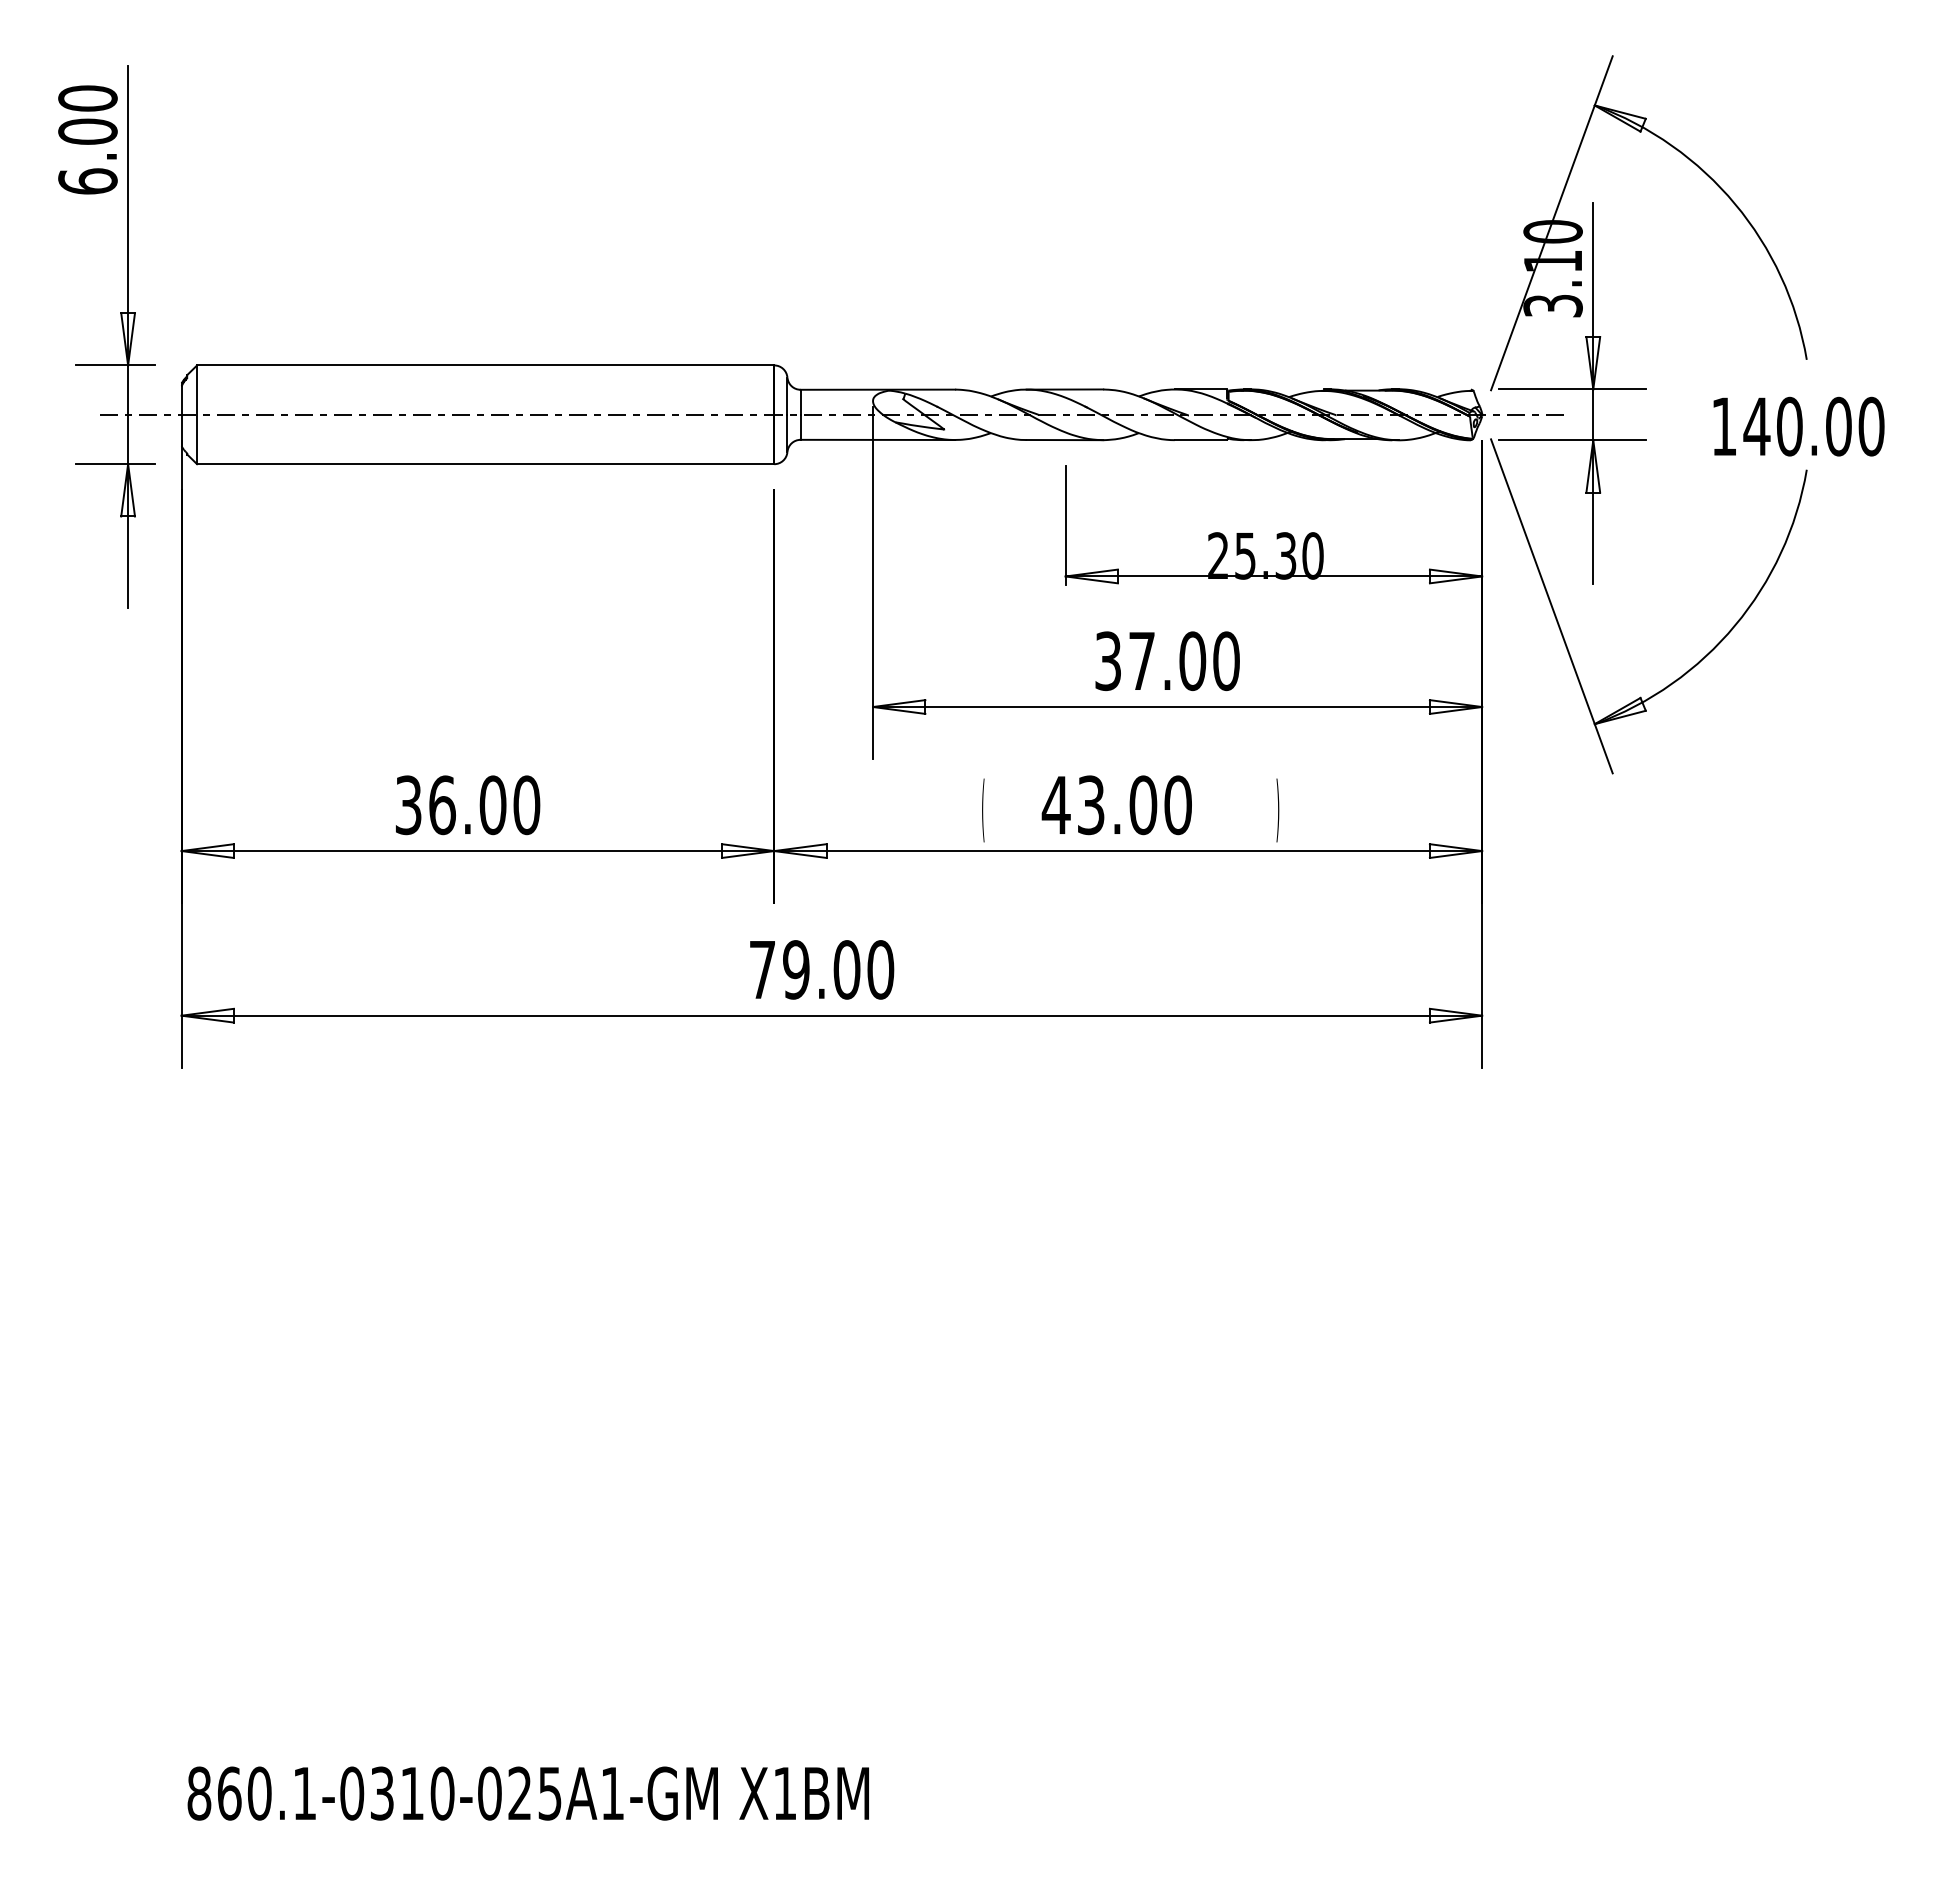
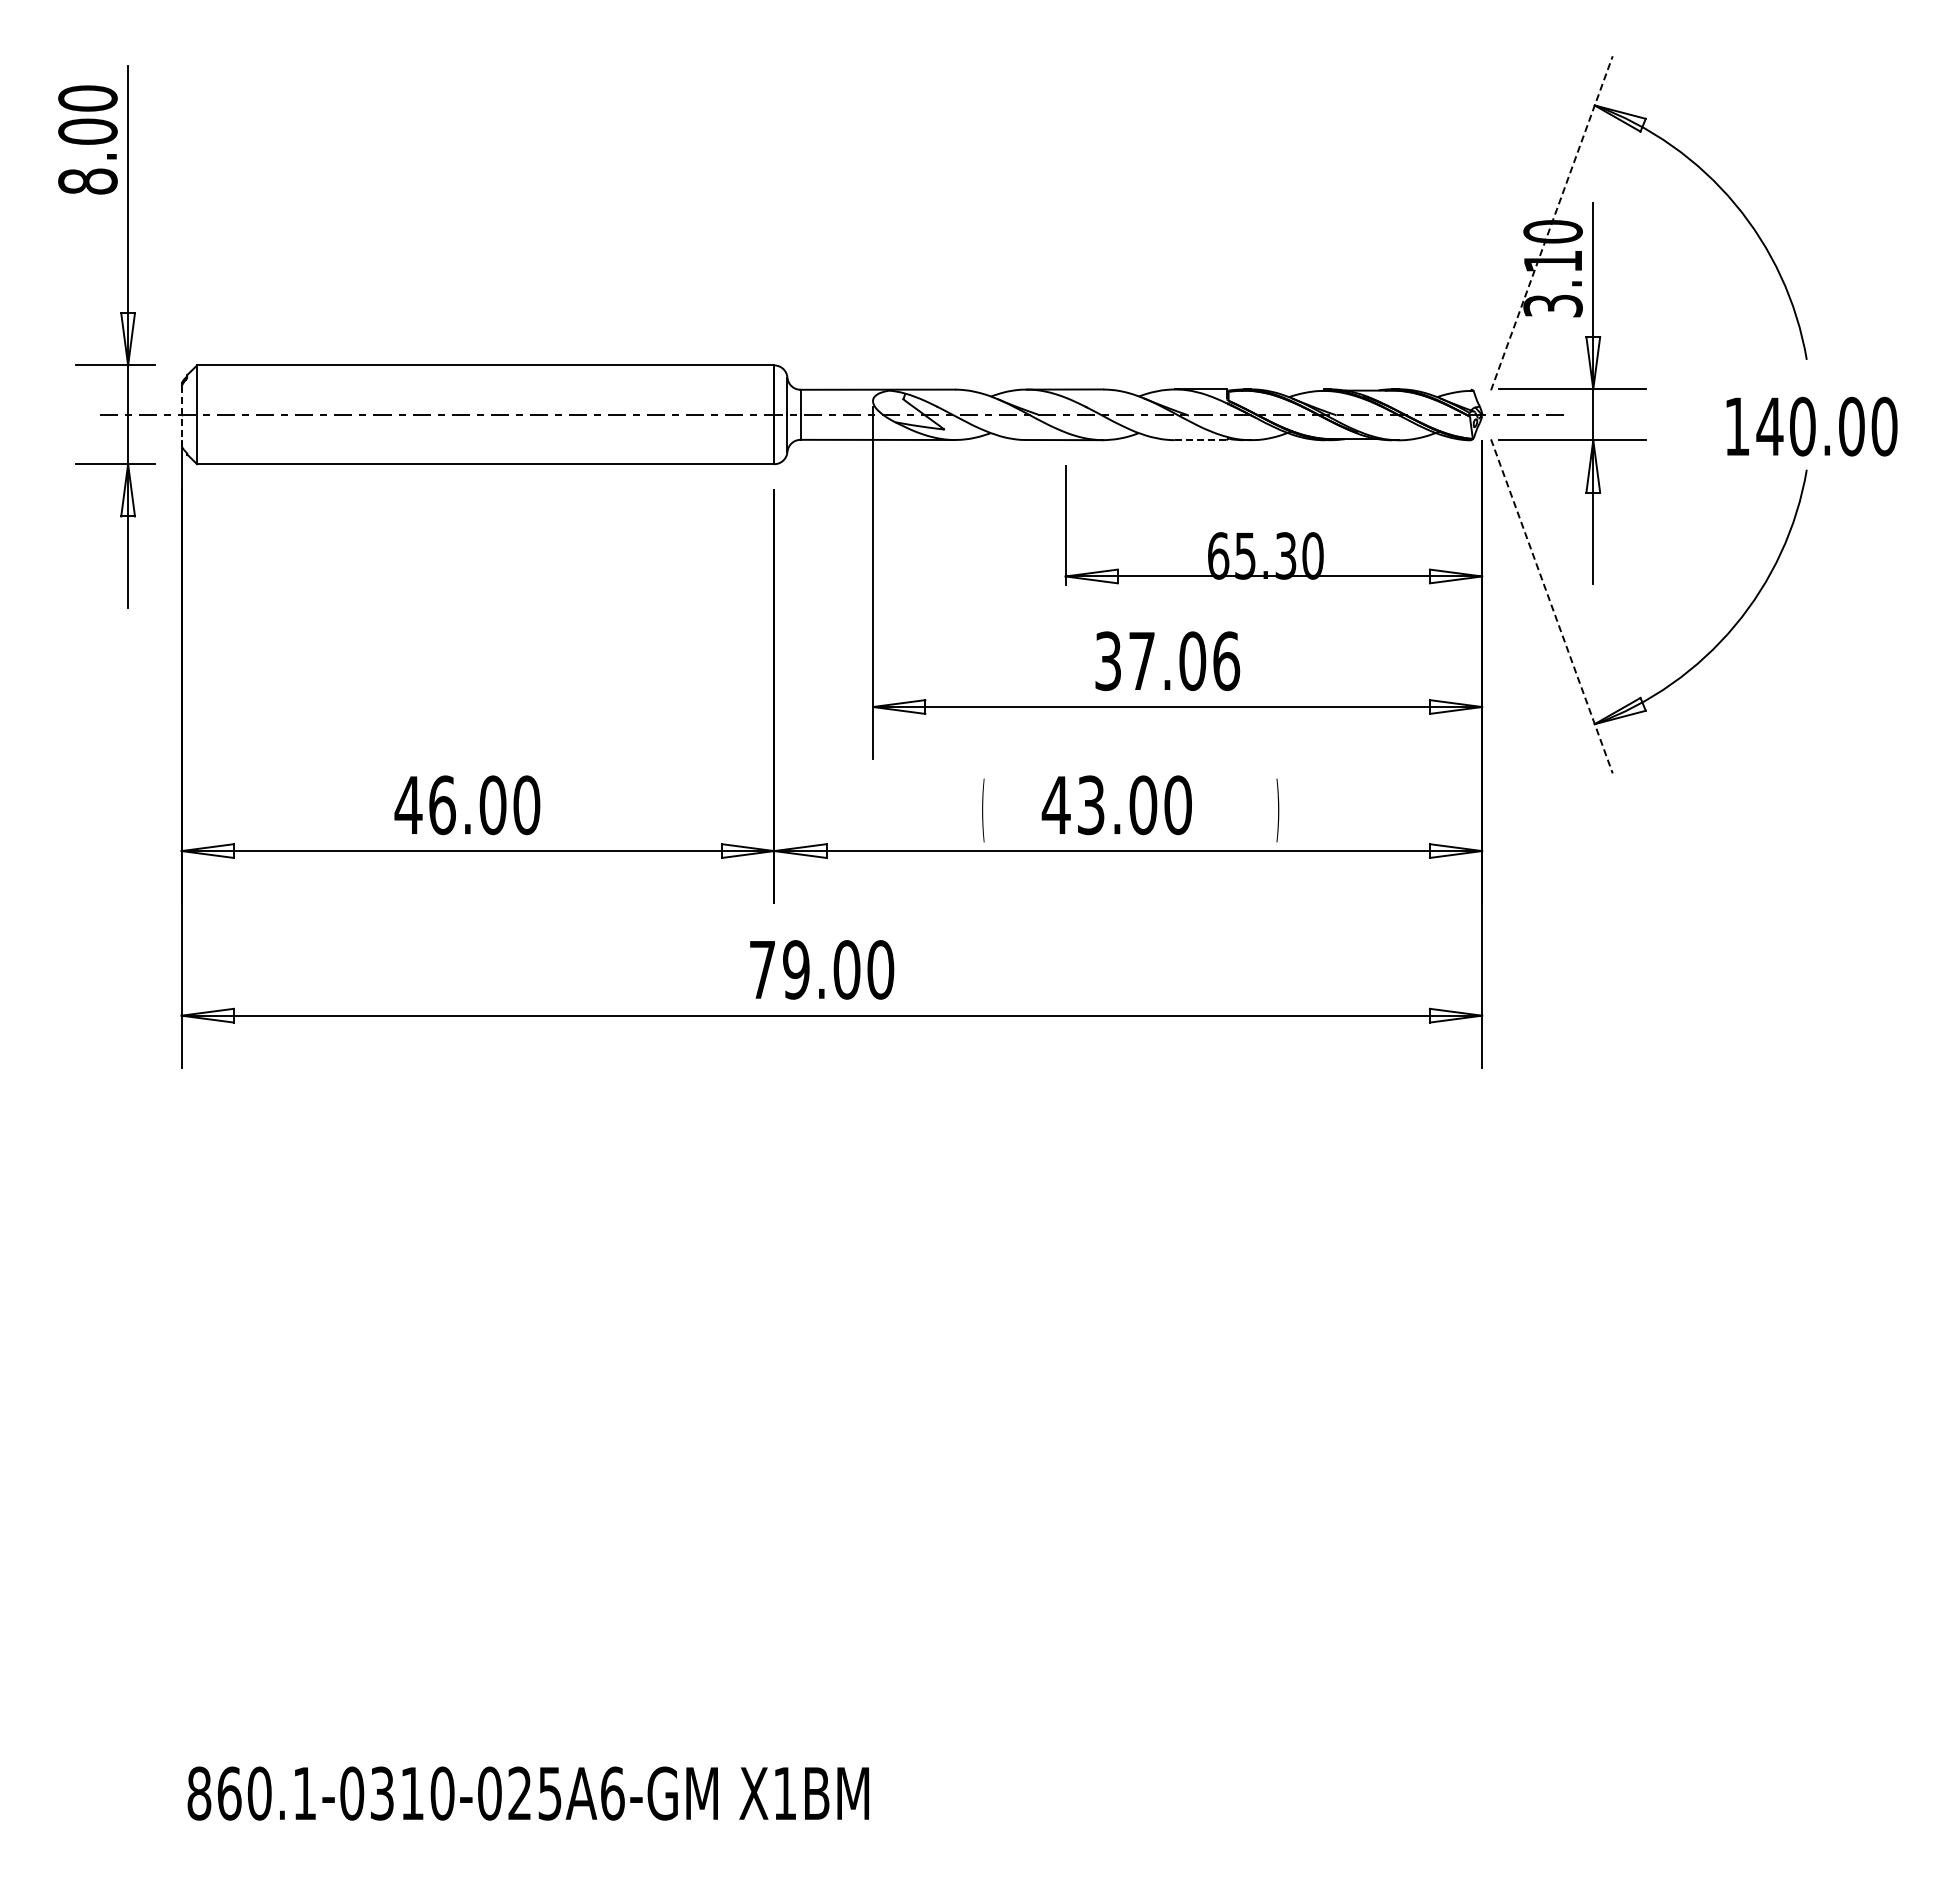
text at (87, 181): 6.00 -> 8.00
line at (1551, 223): solid -> dashed
line at (181, 416): solid -> dashed
text at (1798, 426) position: (1798, 426) -> (1811, 426)
line at (1201, 440): solid -> dashed
text at (1218, 555): 25.30 -> 65.30
line at (1551, 606): solid -> dashed
text at (1226, 660): 37.00 -> 37.06
text at (408, 805): 36.00 -> 46.00
text at (612, 1793): 860.1-0310-025A1-GM -> 860.1-0310-025A6-GM
